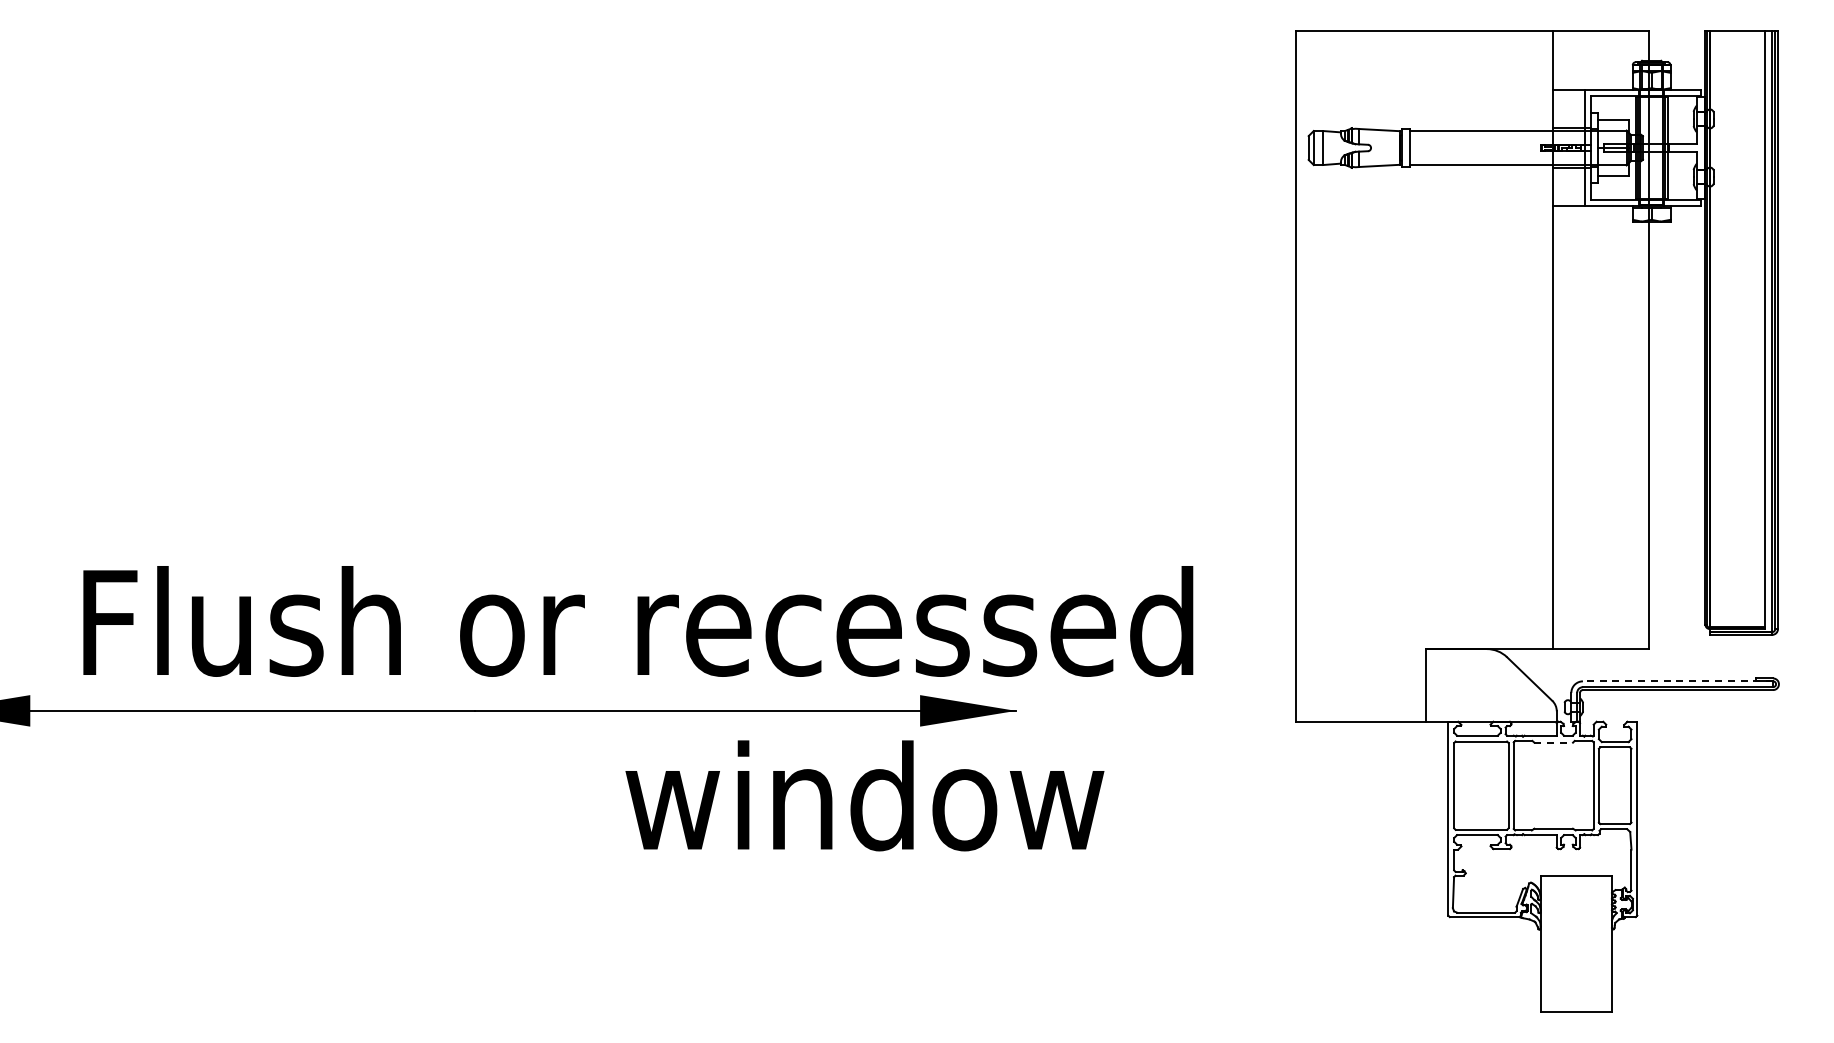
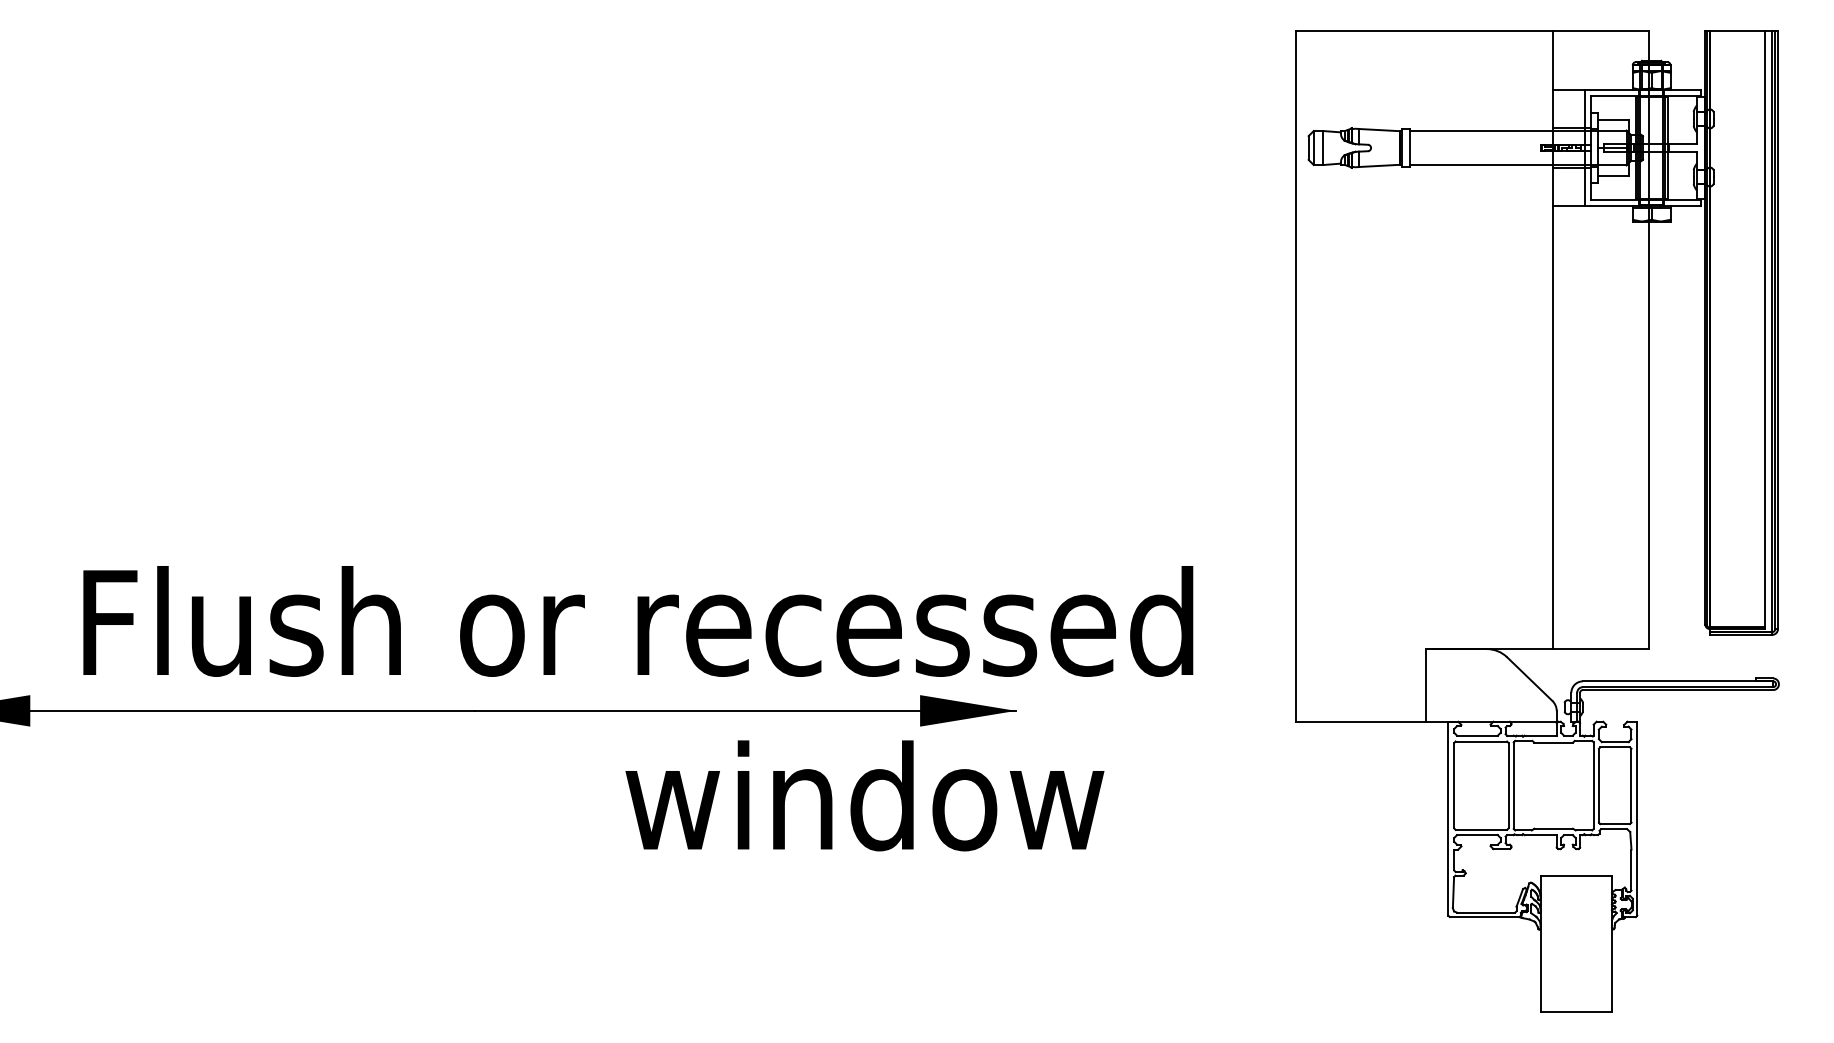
line at (1677, 681): dashed -> solid
line at (1554, 742): dashed -> solid
